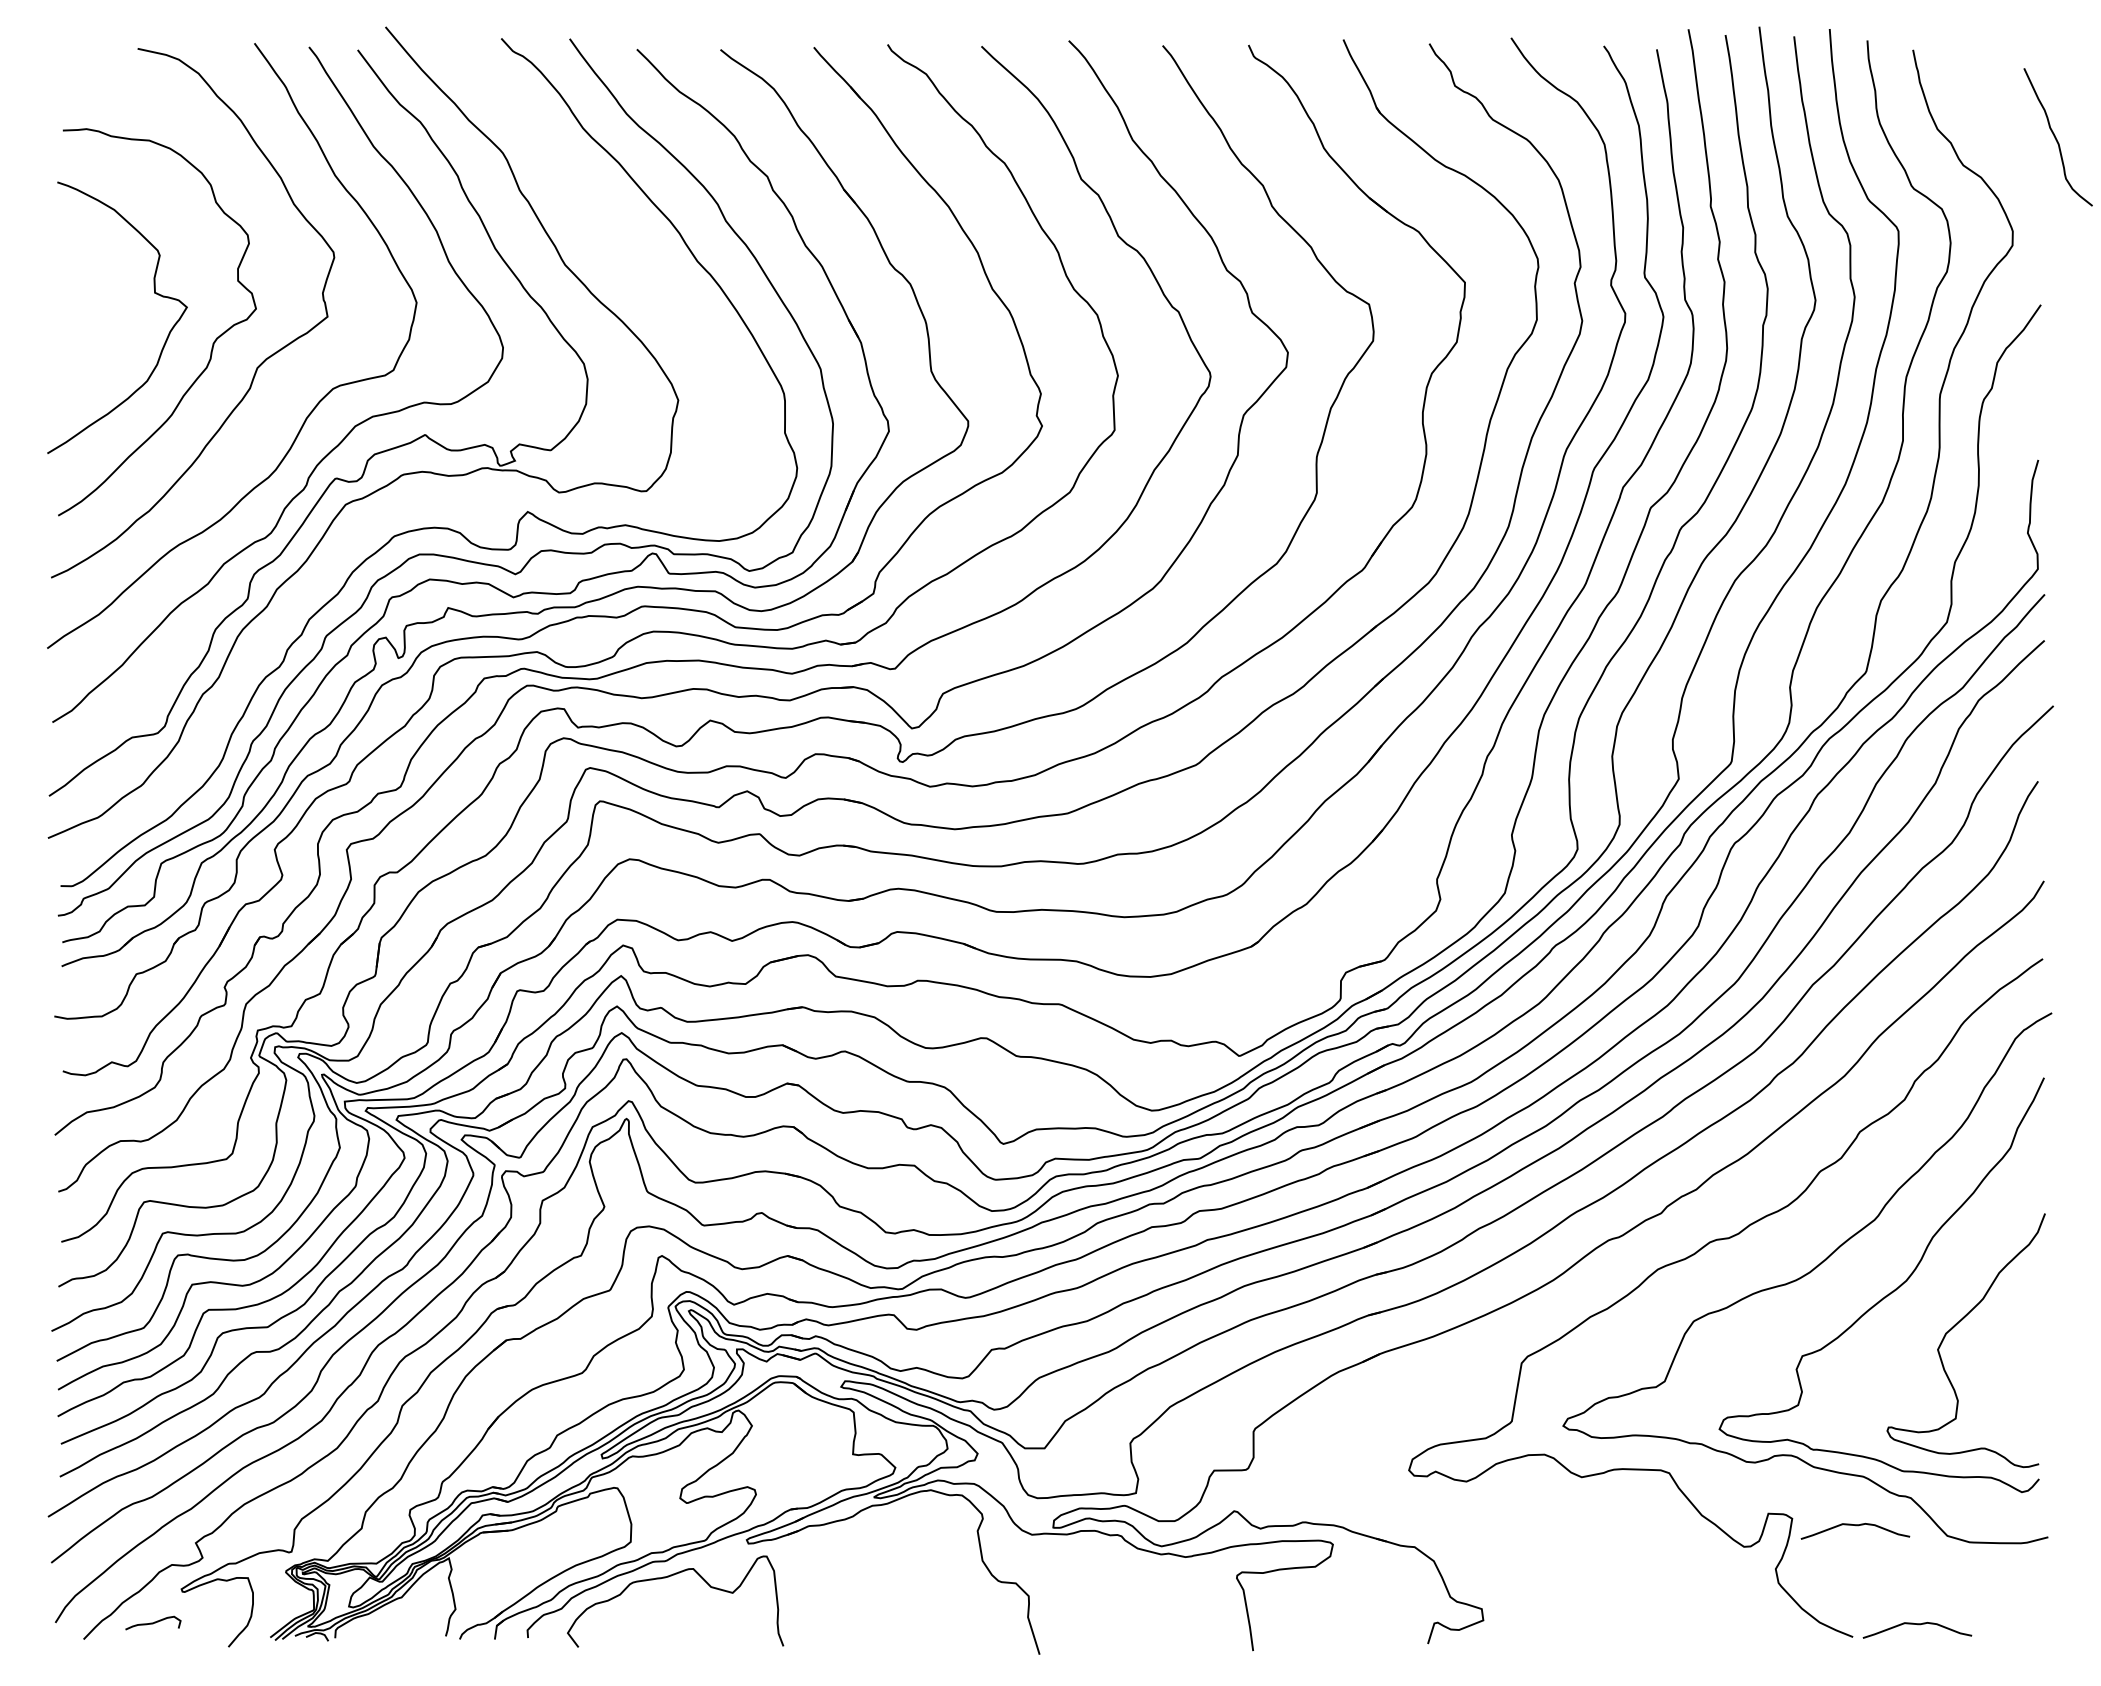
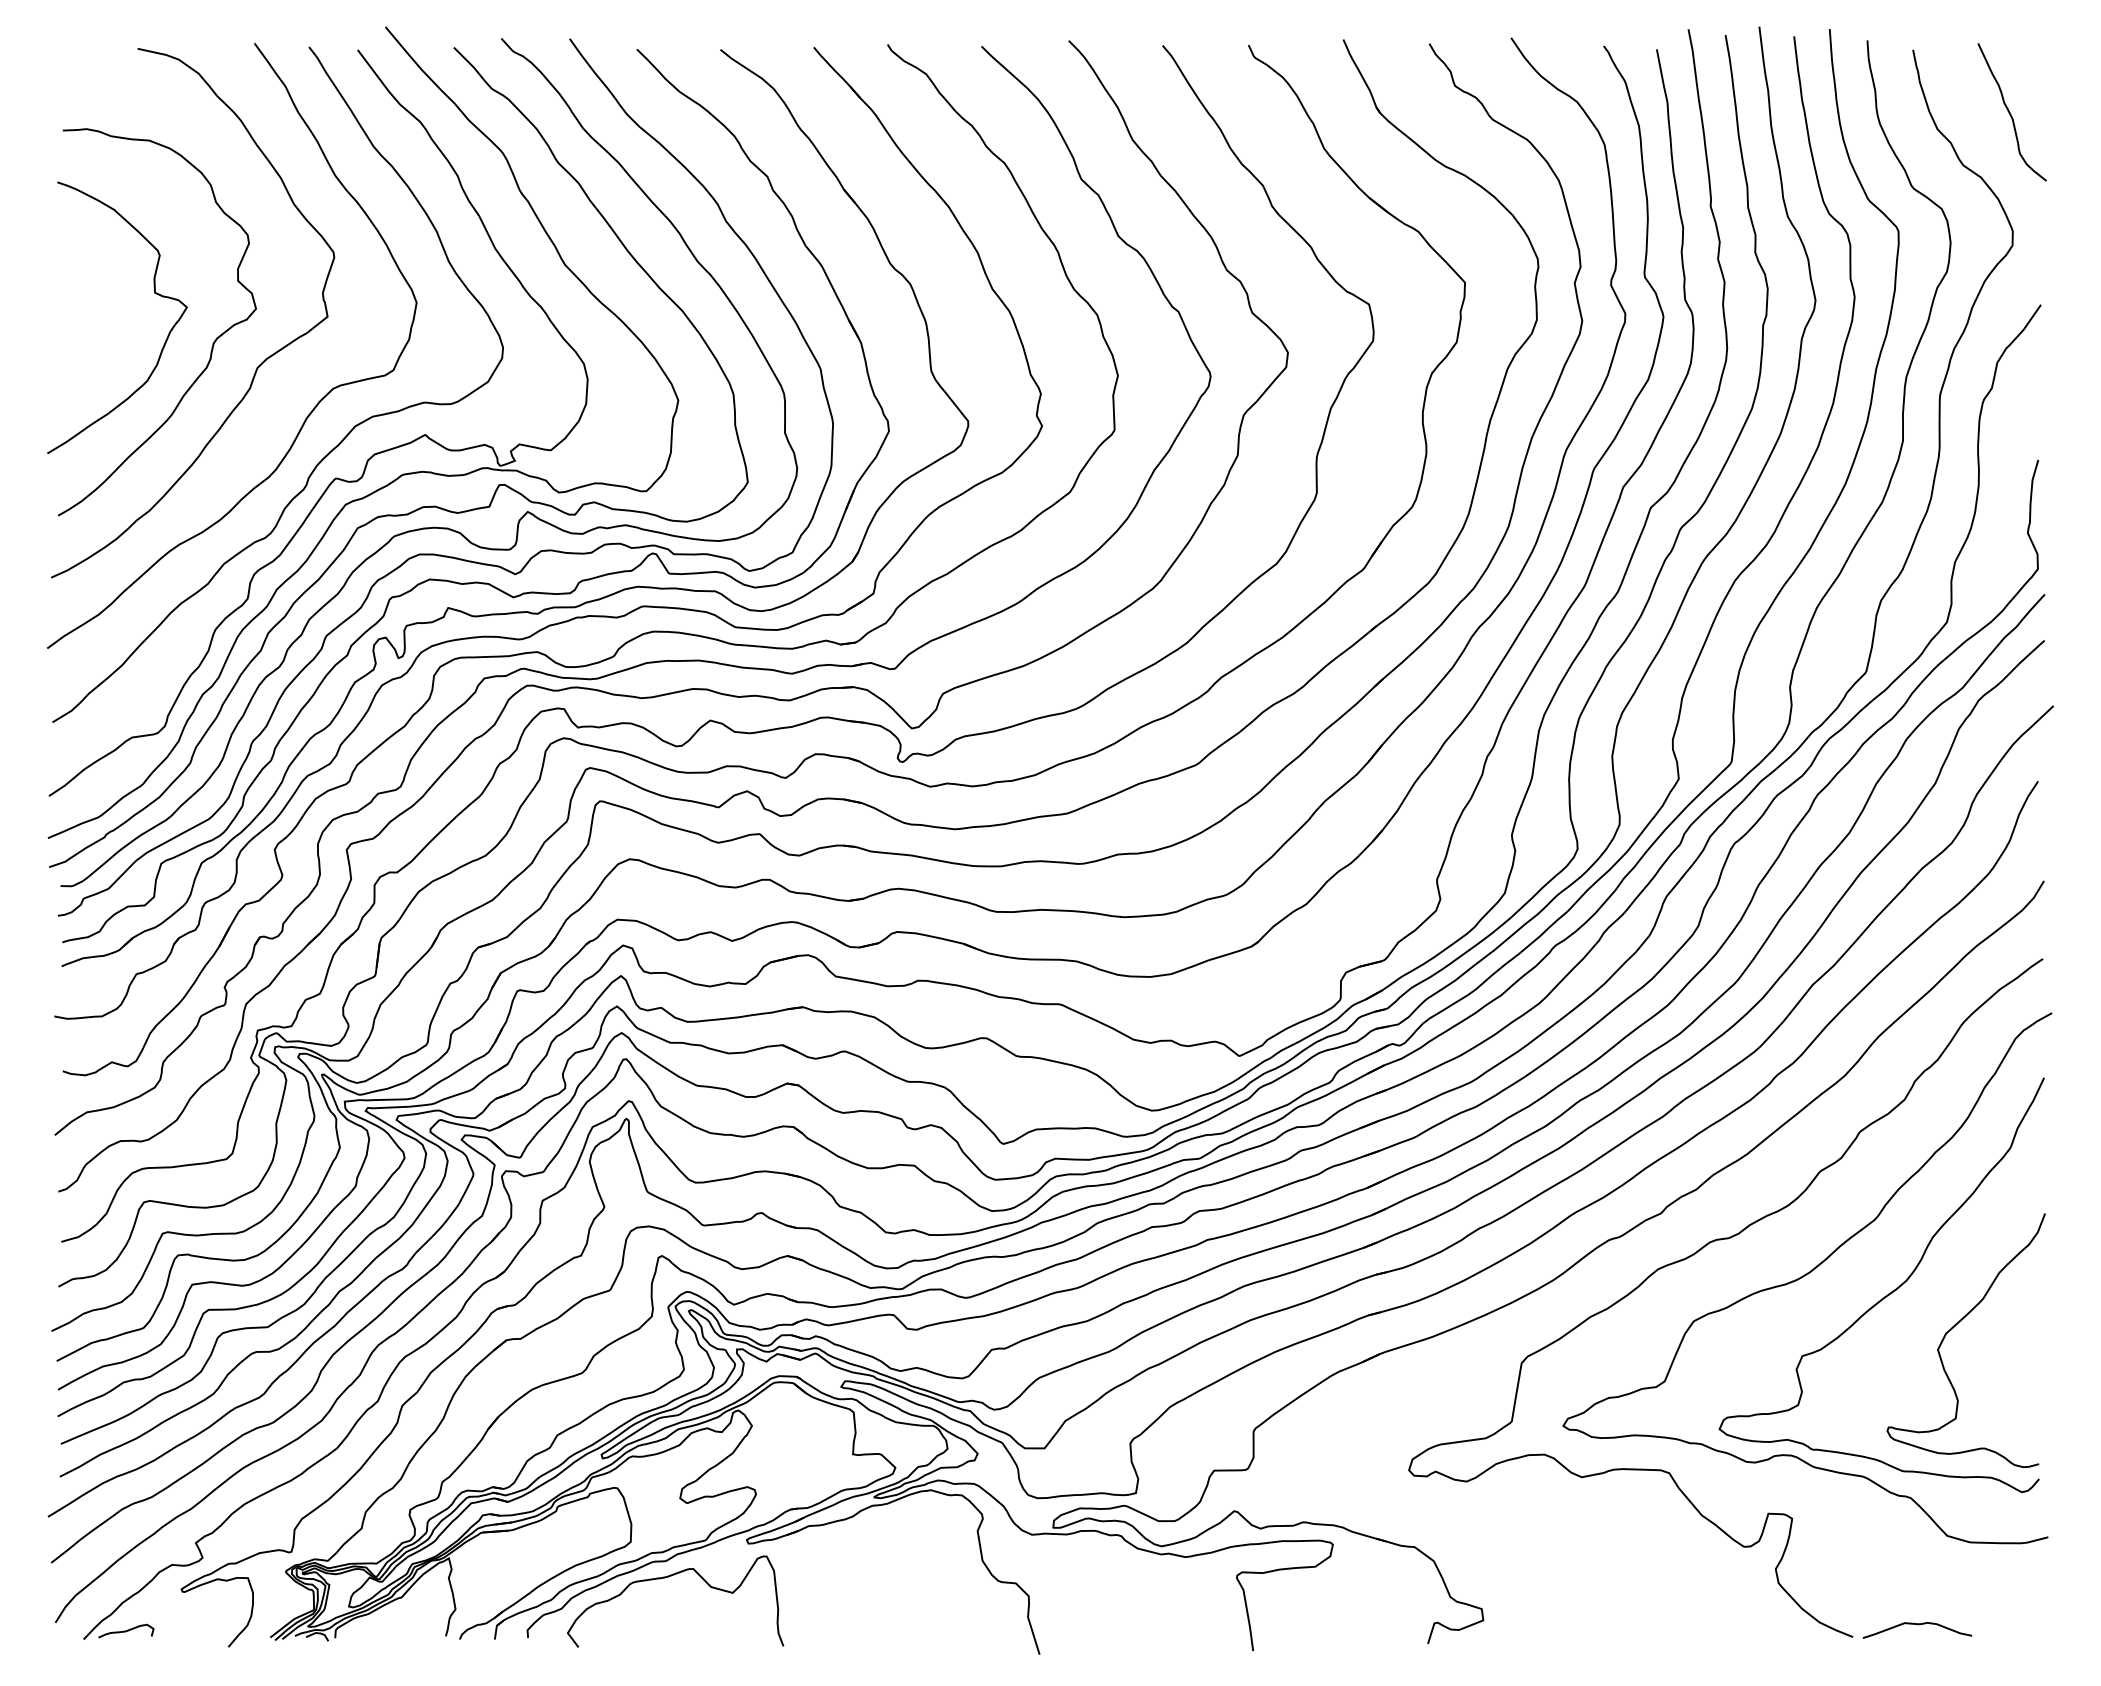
curve at (2056, 137) position: (2056, 137) -> (2010, 112)
curve at (421, 506): none -> present
curve at (1855, 1526): present -> none
curve at (153, 1622) position: (153, 1622) -> (126, 1630)
